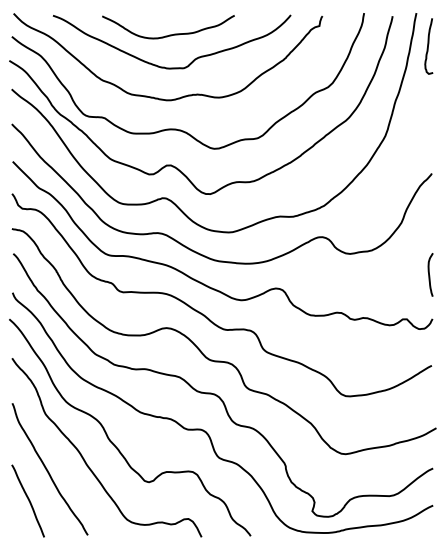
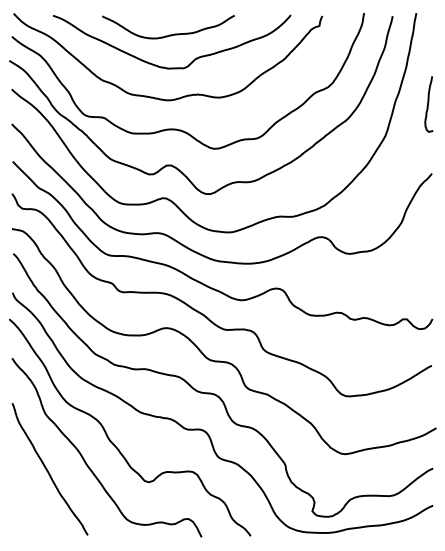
curve at (428, 46) position: (428, 46) -> (428, 104)
curve at (429, 274): present -> none
curve at (27, 499): present -> none
